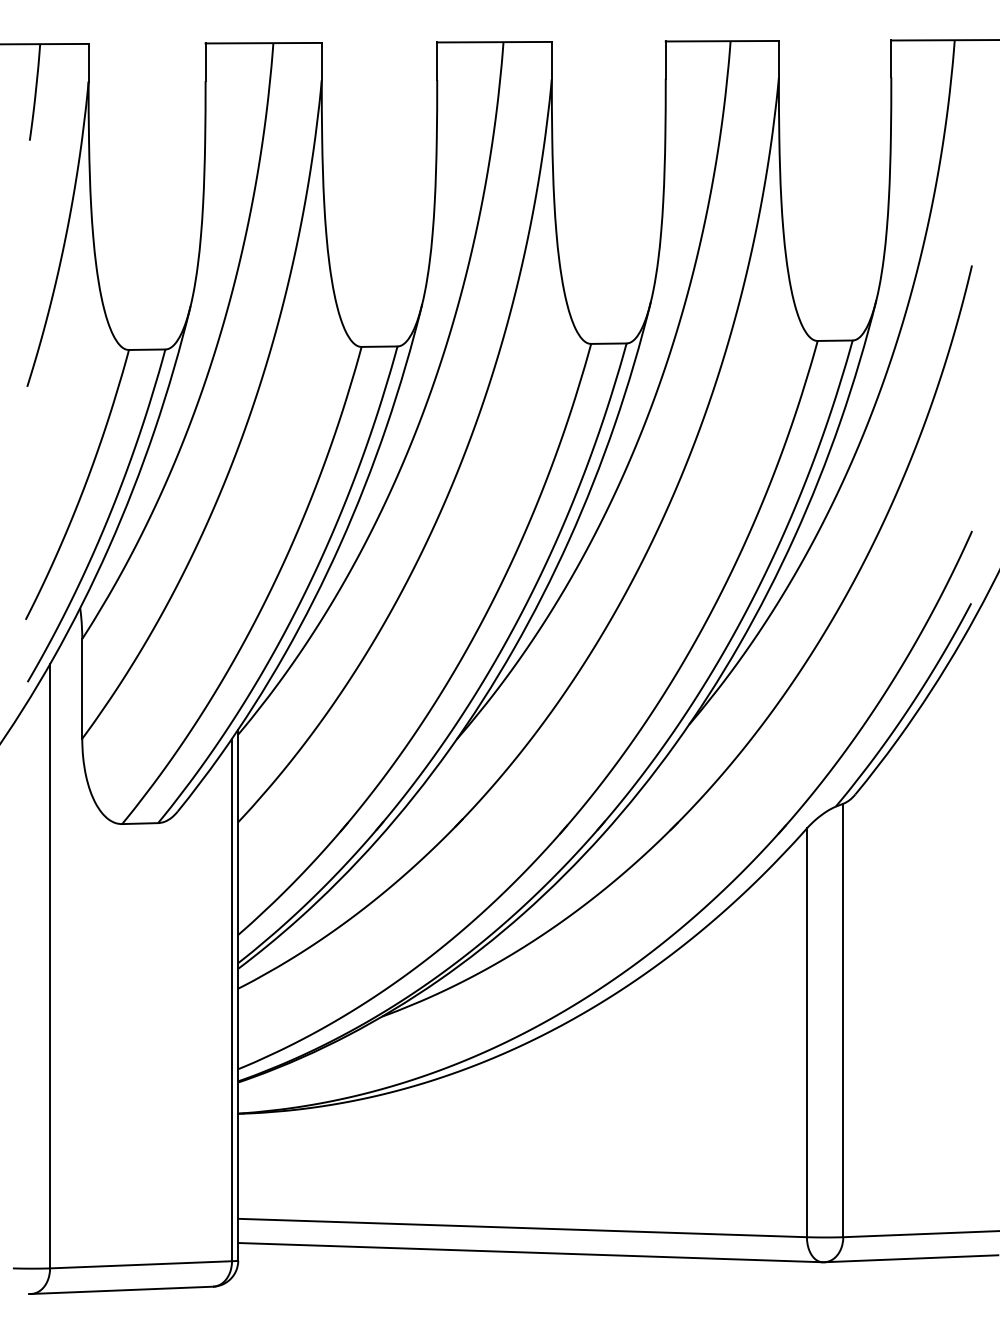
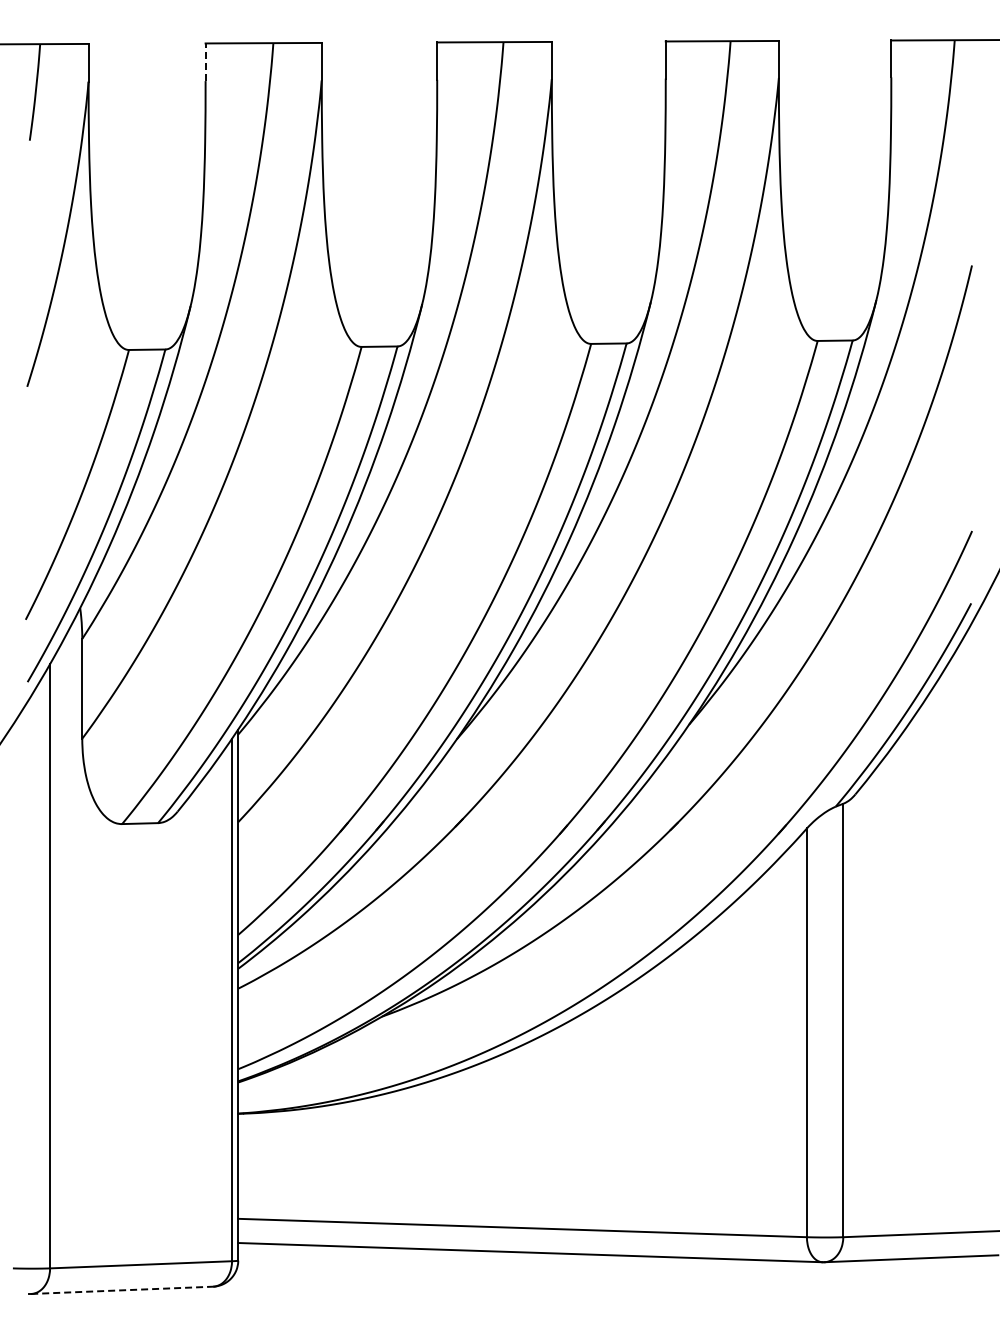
line at (205, 62): solid -> dashed
line at (122, 1290): solid -> dashed
